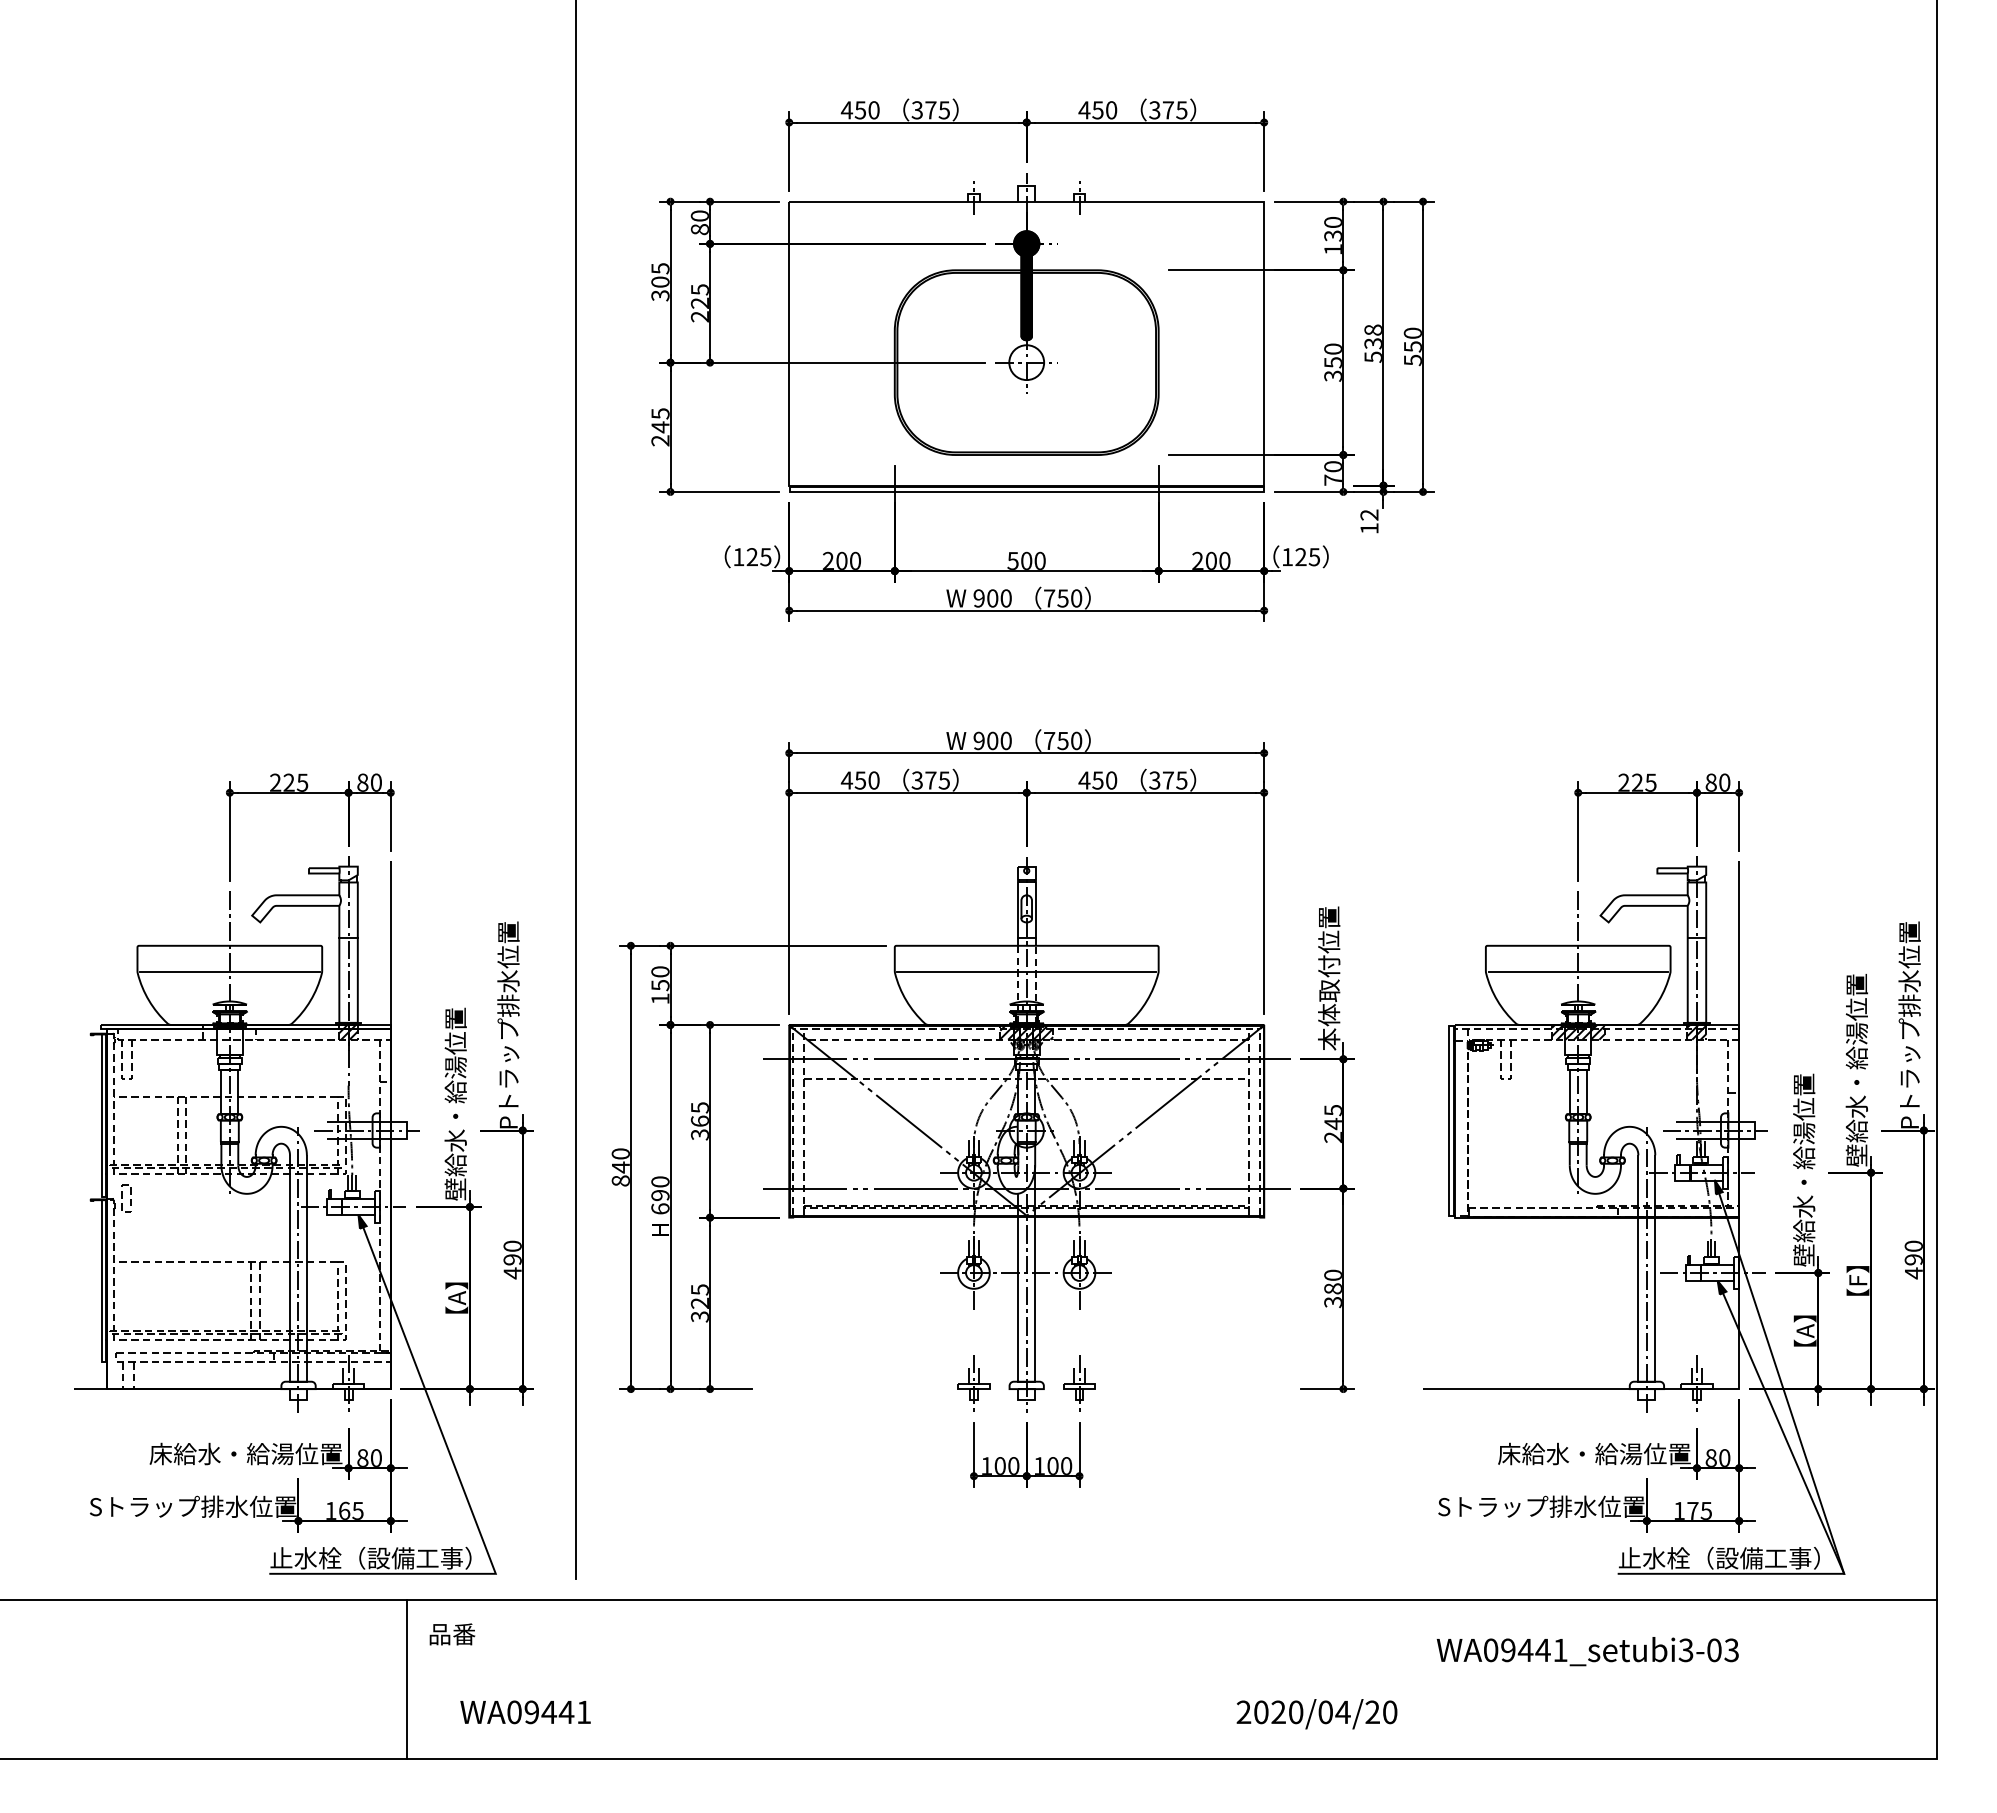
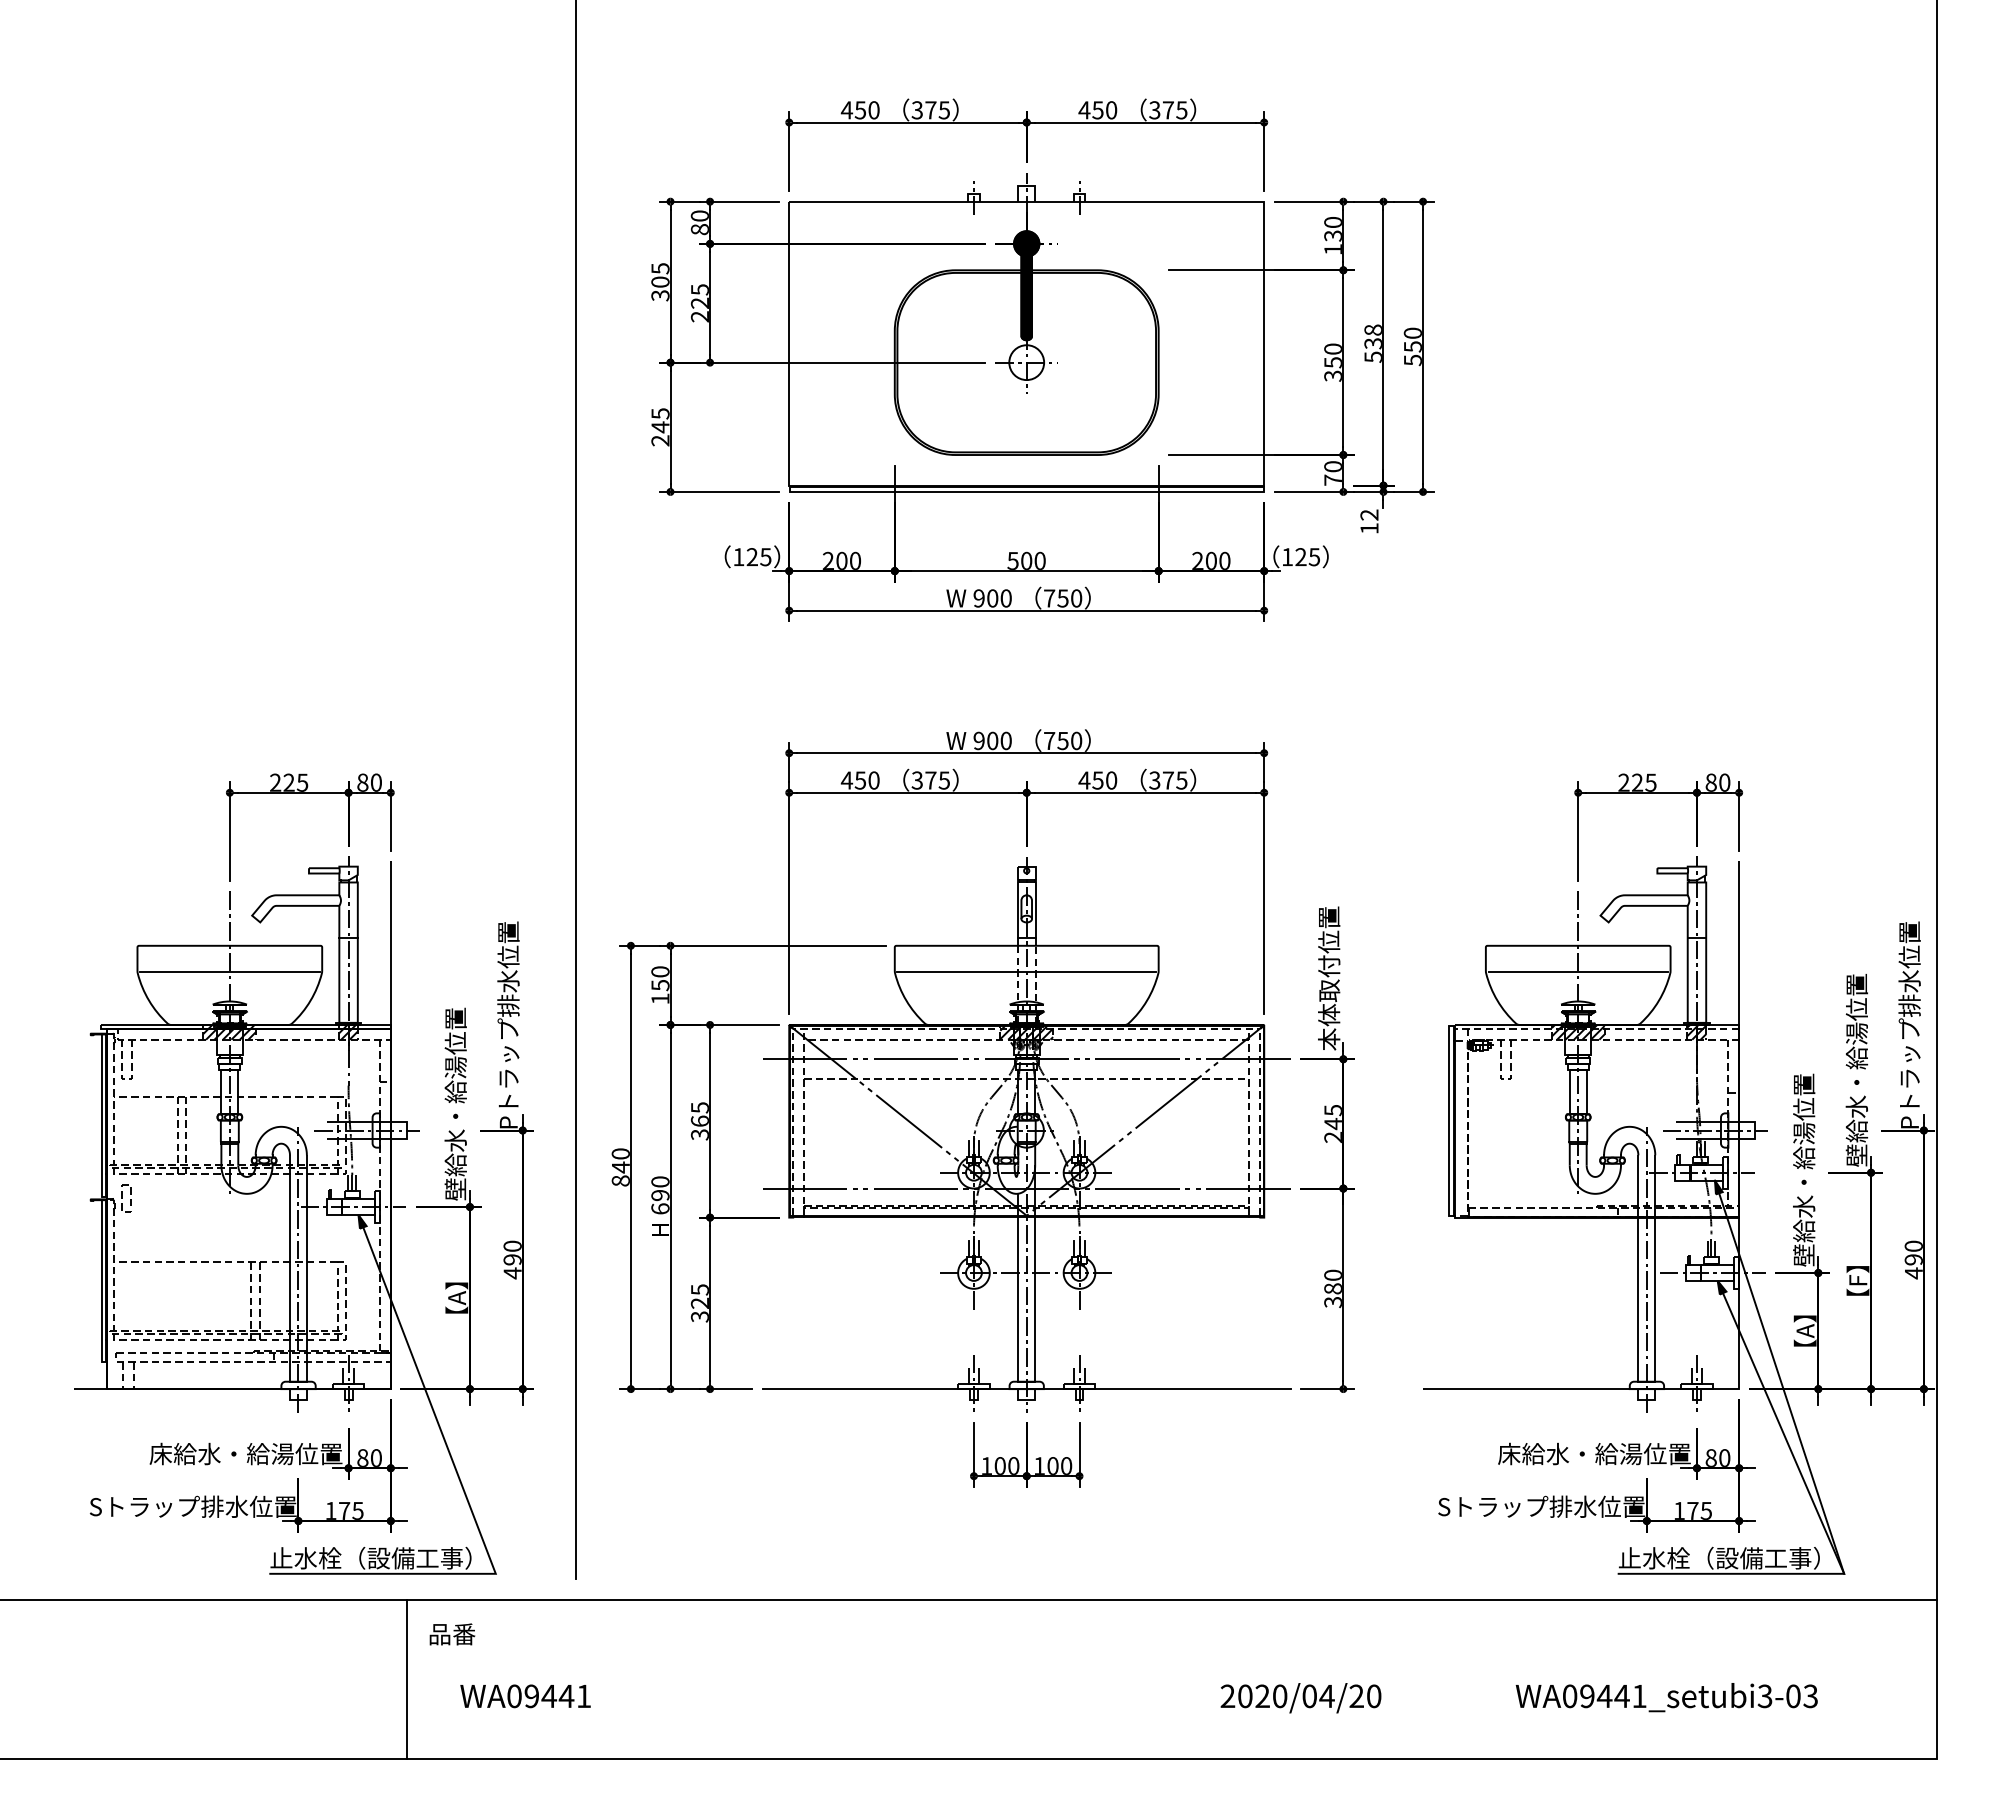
hatch at (229, 1031): none -> present
line at (1026, 1389): none -> present
text at (344, 1510): 165 -> 175
text at (1587, 1651) position: (1587, 1651) -> (1666, 1697)
text at (525, 1712) position: (525, 1712) -> (525, 1696)
text at (1316, 1714) position: (1316, 1714) -> (1300, 1698)
